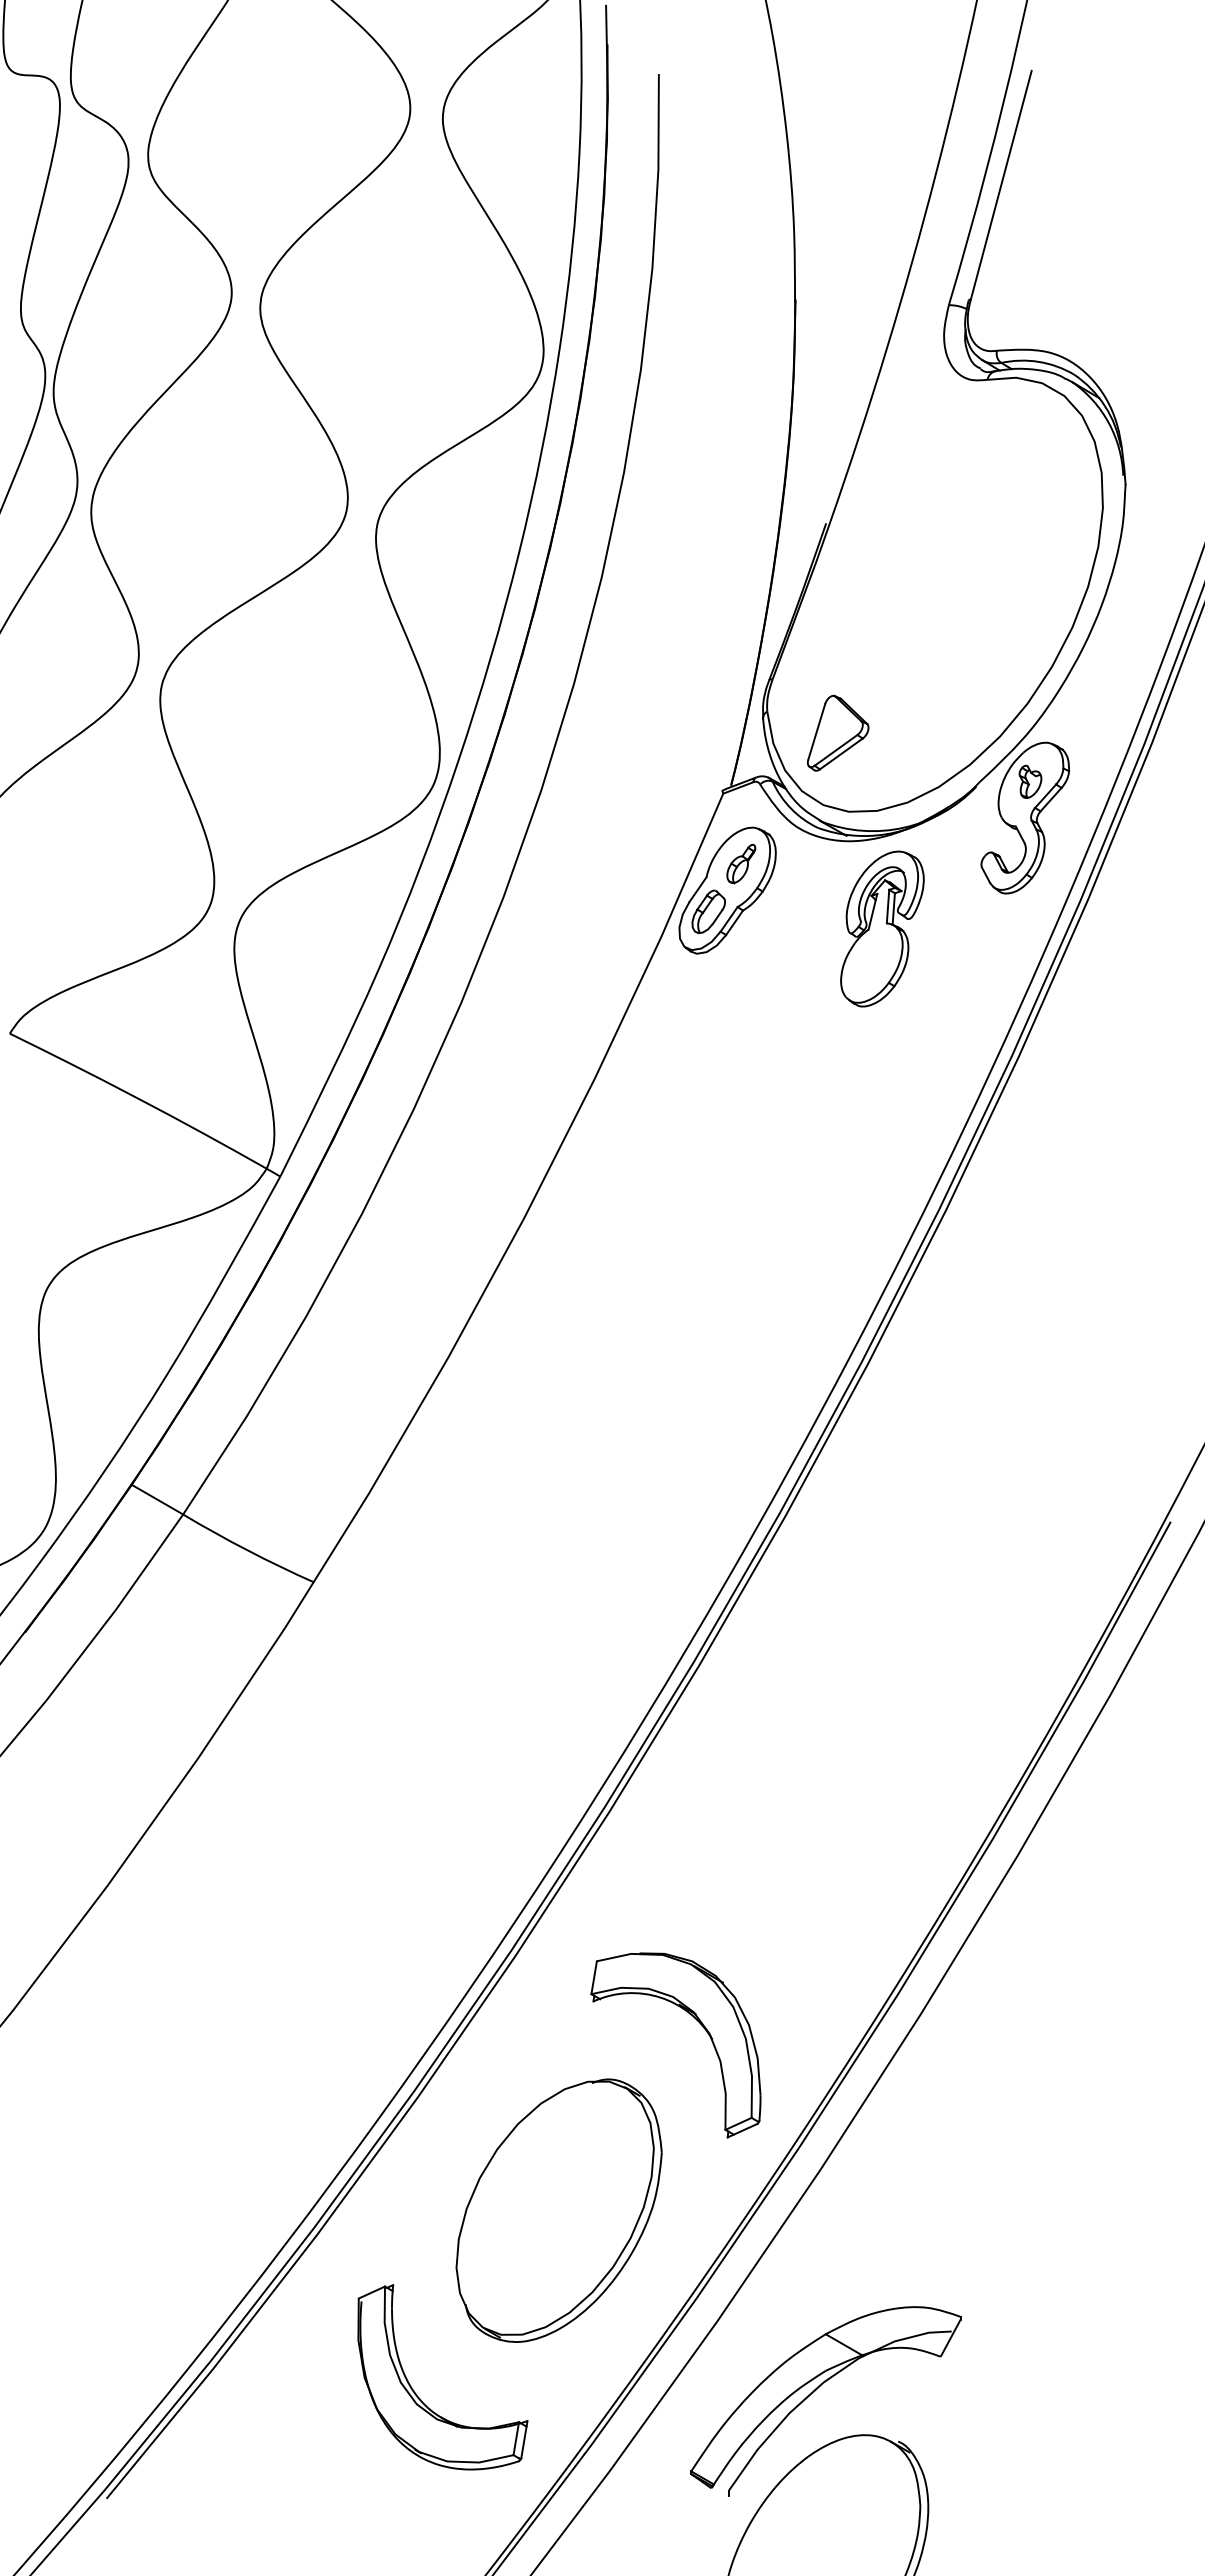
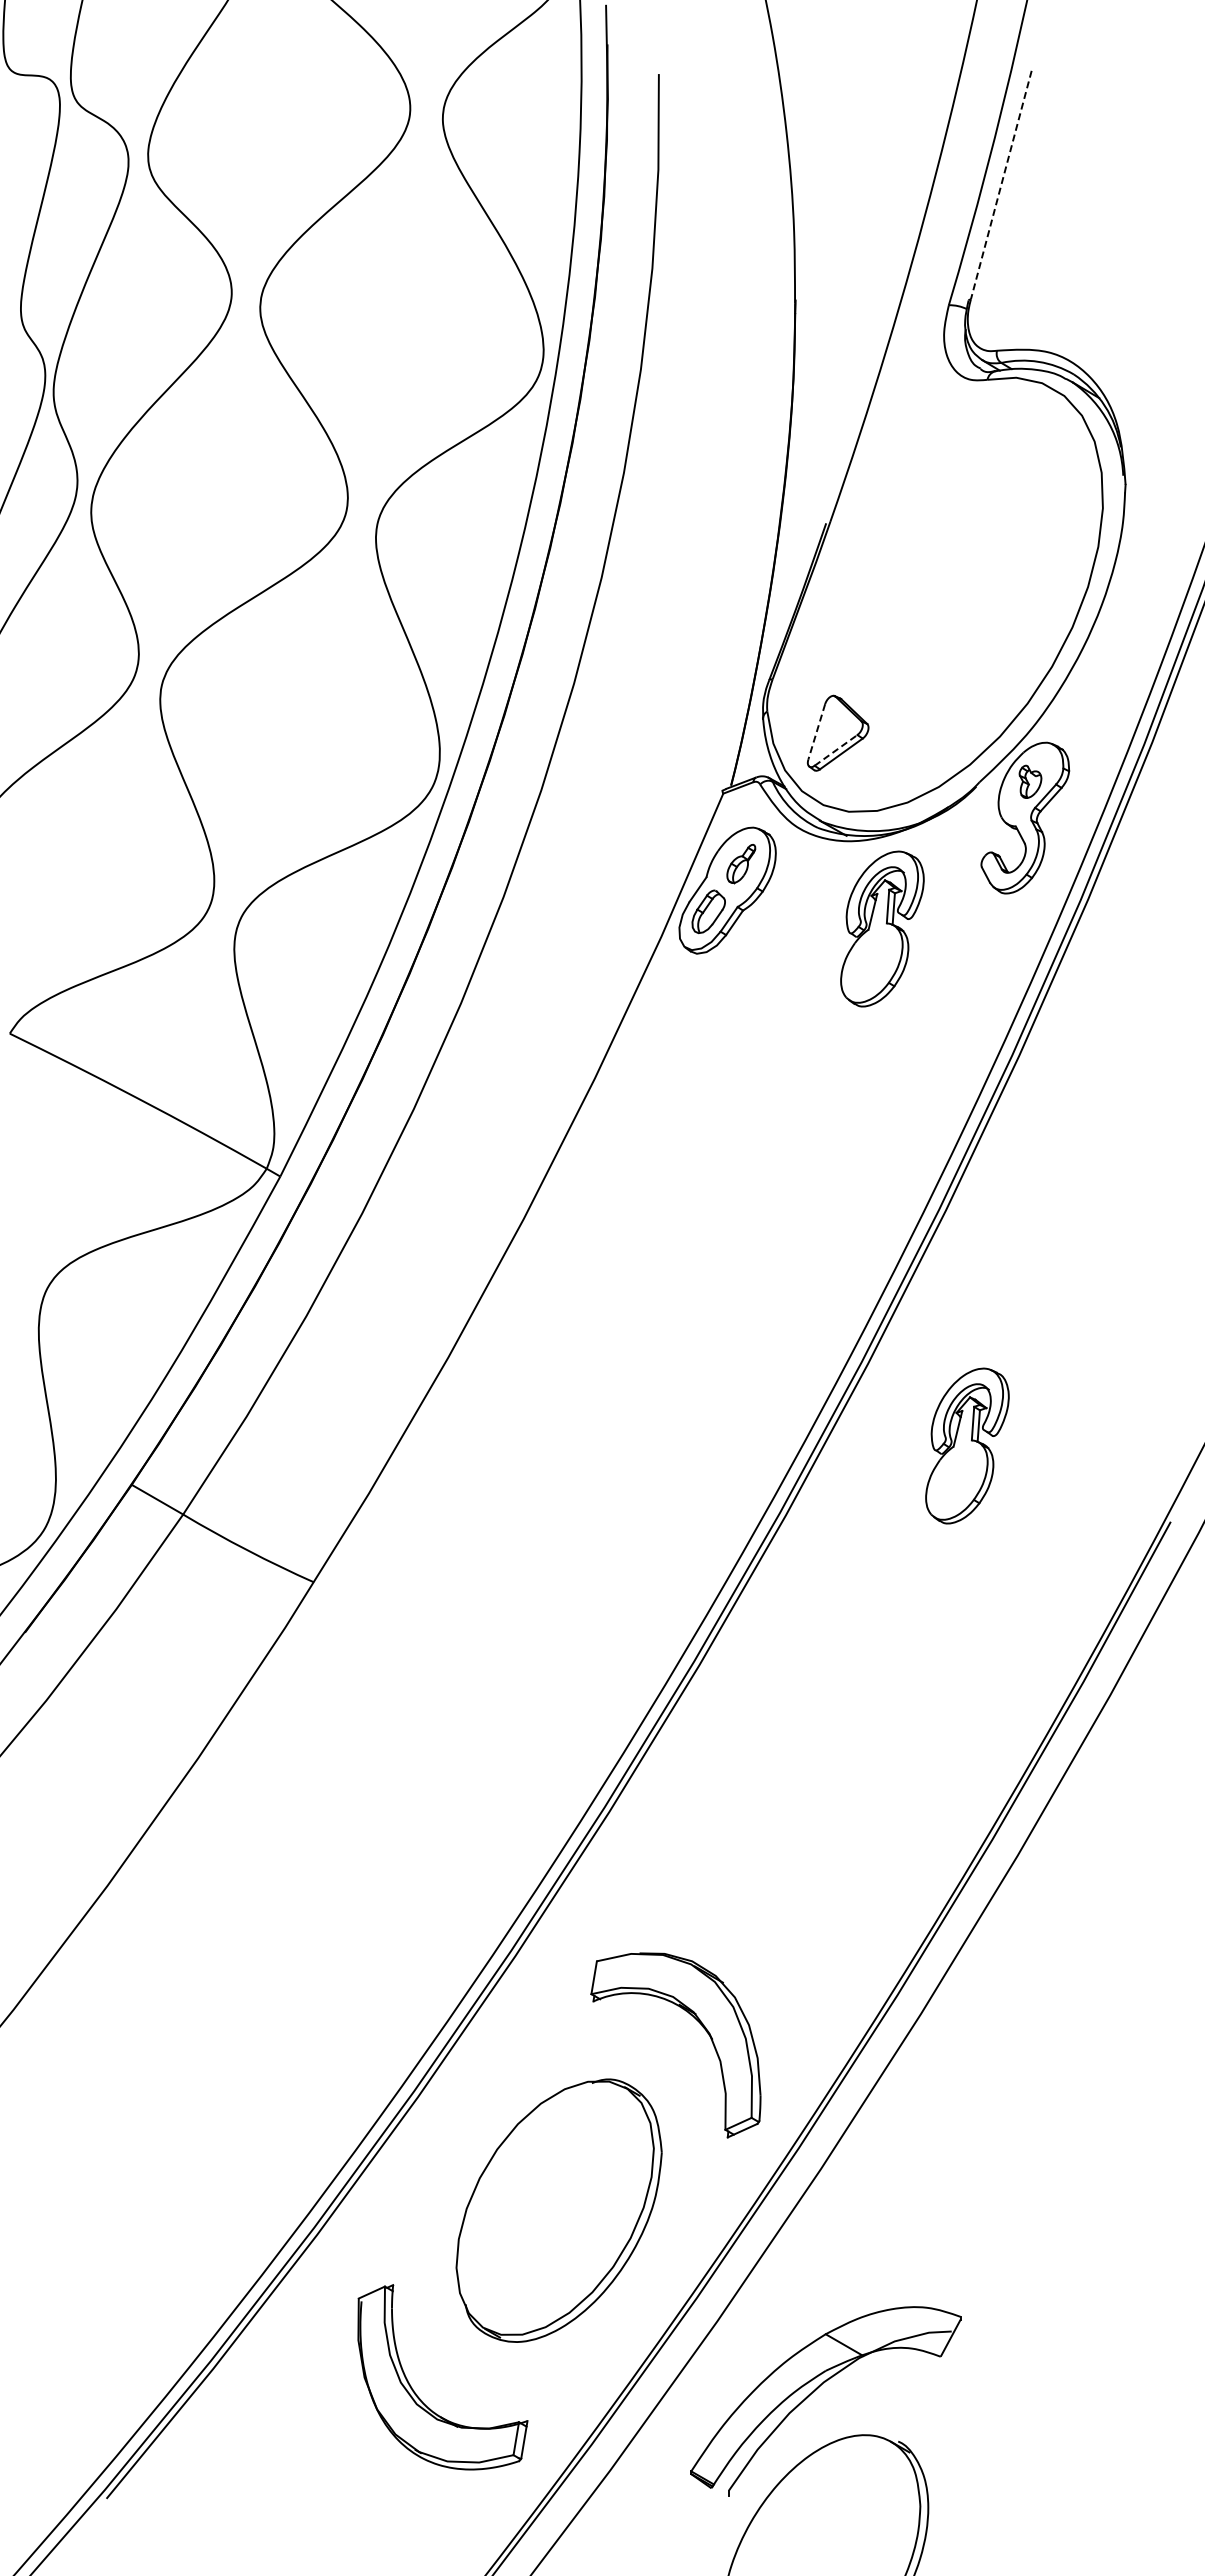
line at (1001, 185): solid -> dashed
line at (816, 732): solid -> dashed
line at (836, 750): solid -> dashed
part at (967, 1445): none -> present
